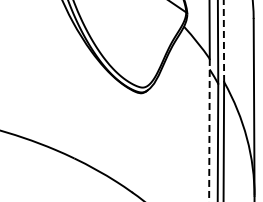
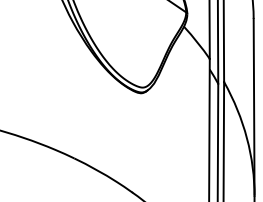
line at (223, 41): dashed -> solid
line at (209, 130): dashed -> solid
